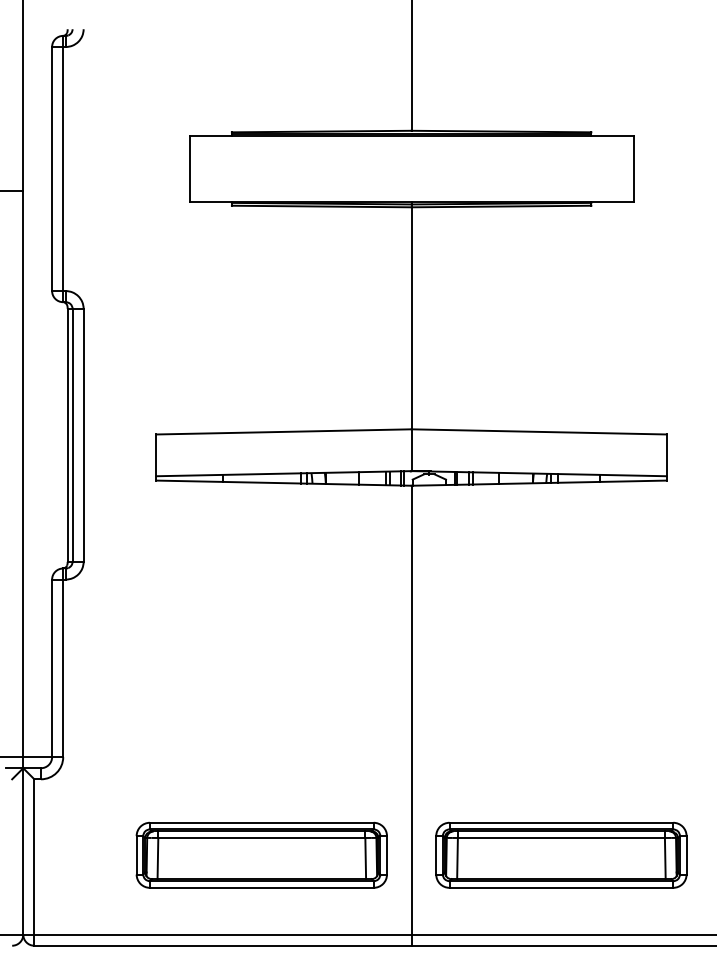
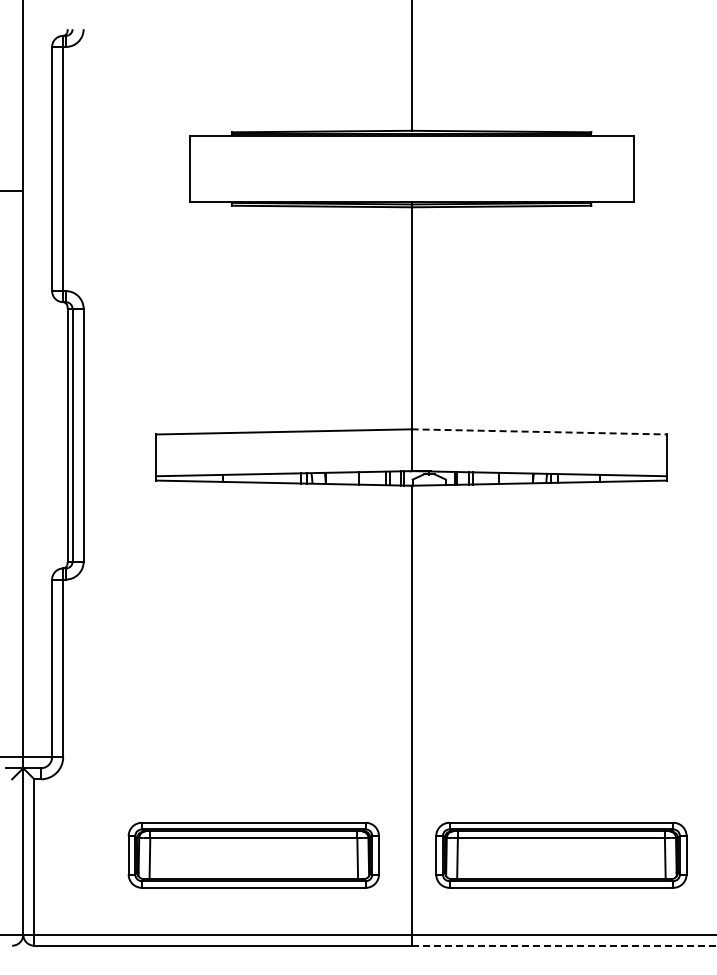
line at (539, 431): solid -> dashed
part at (261, 854) position: (261, 854) -> (253, 854)
line at (564, 945): solid -> dashed
